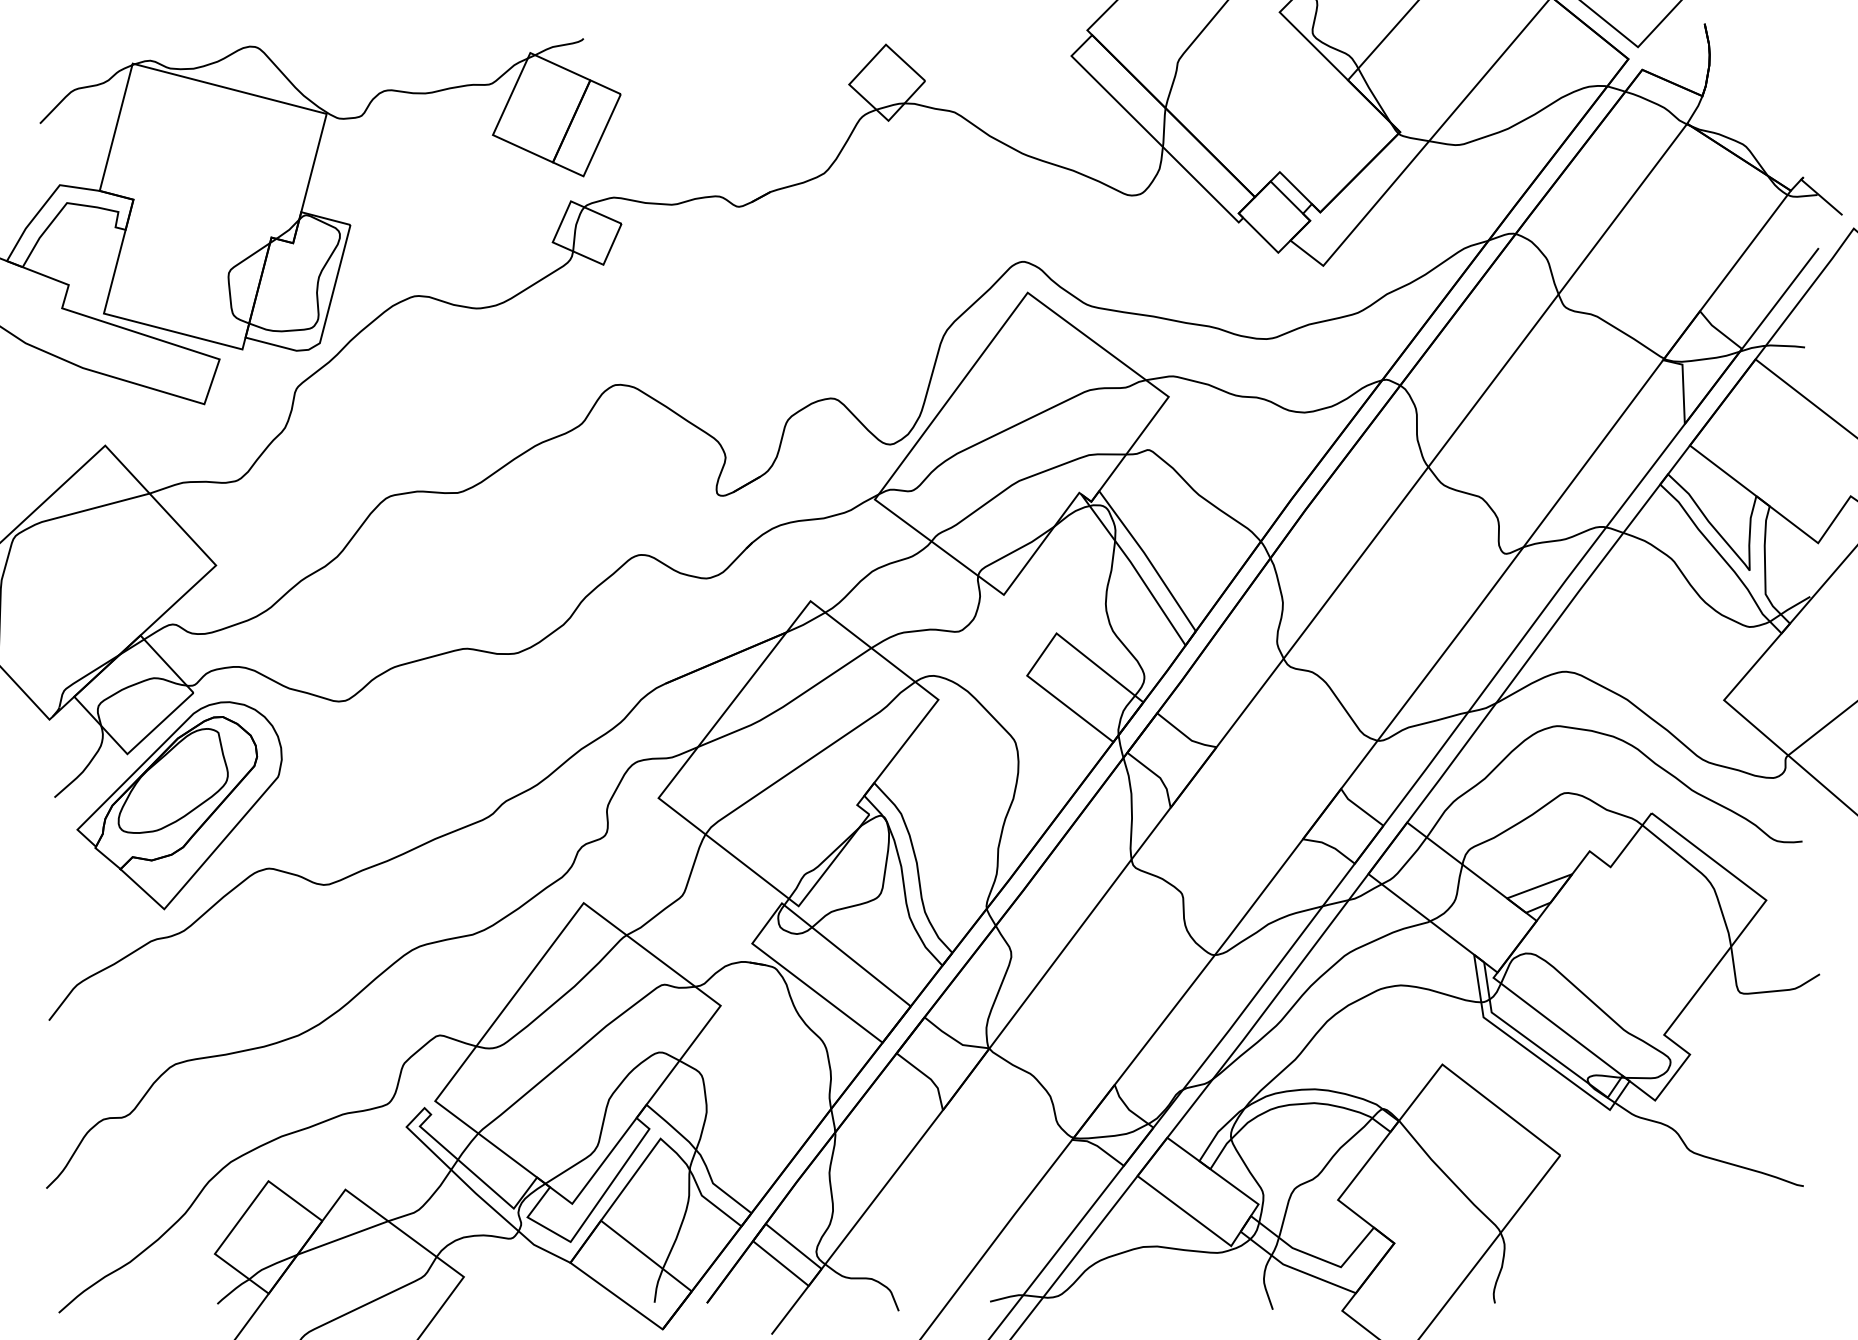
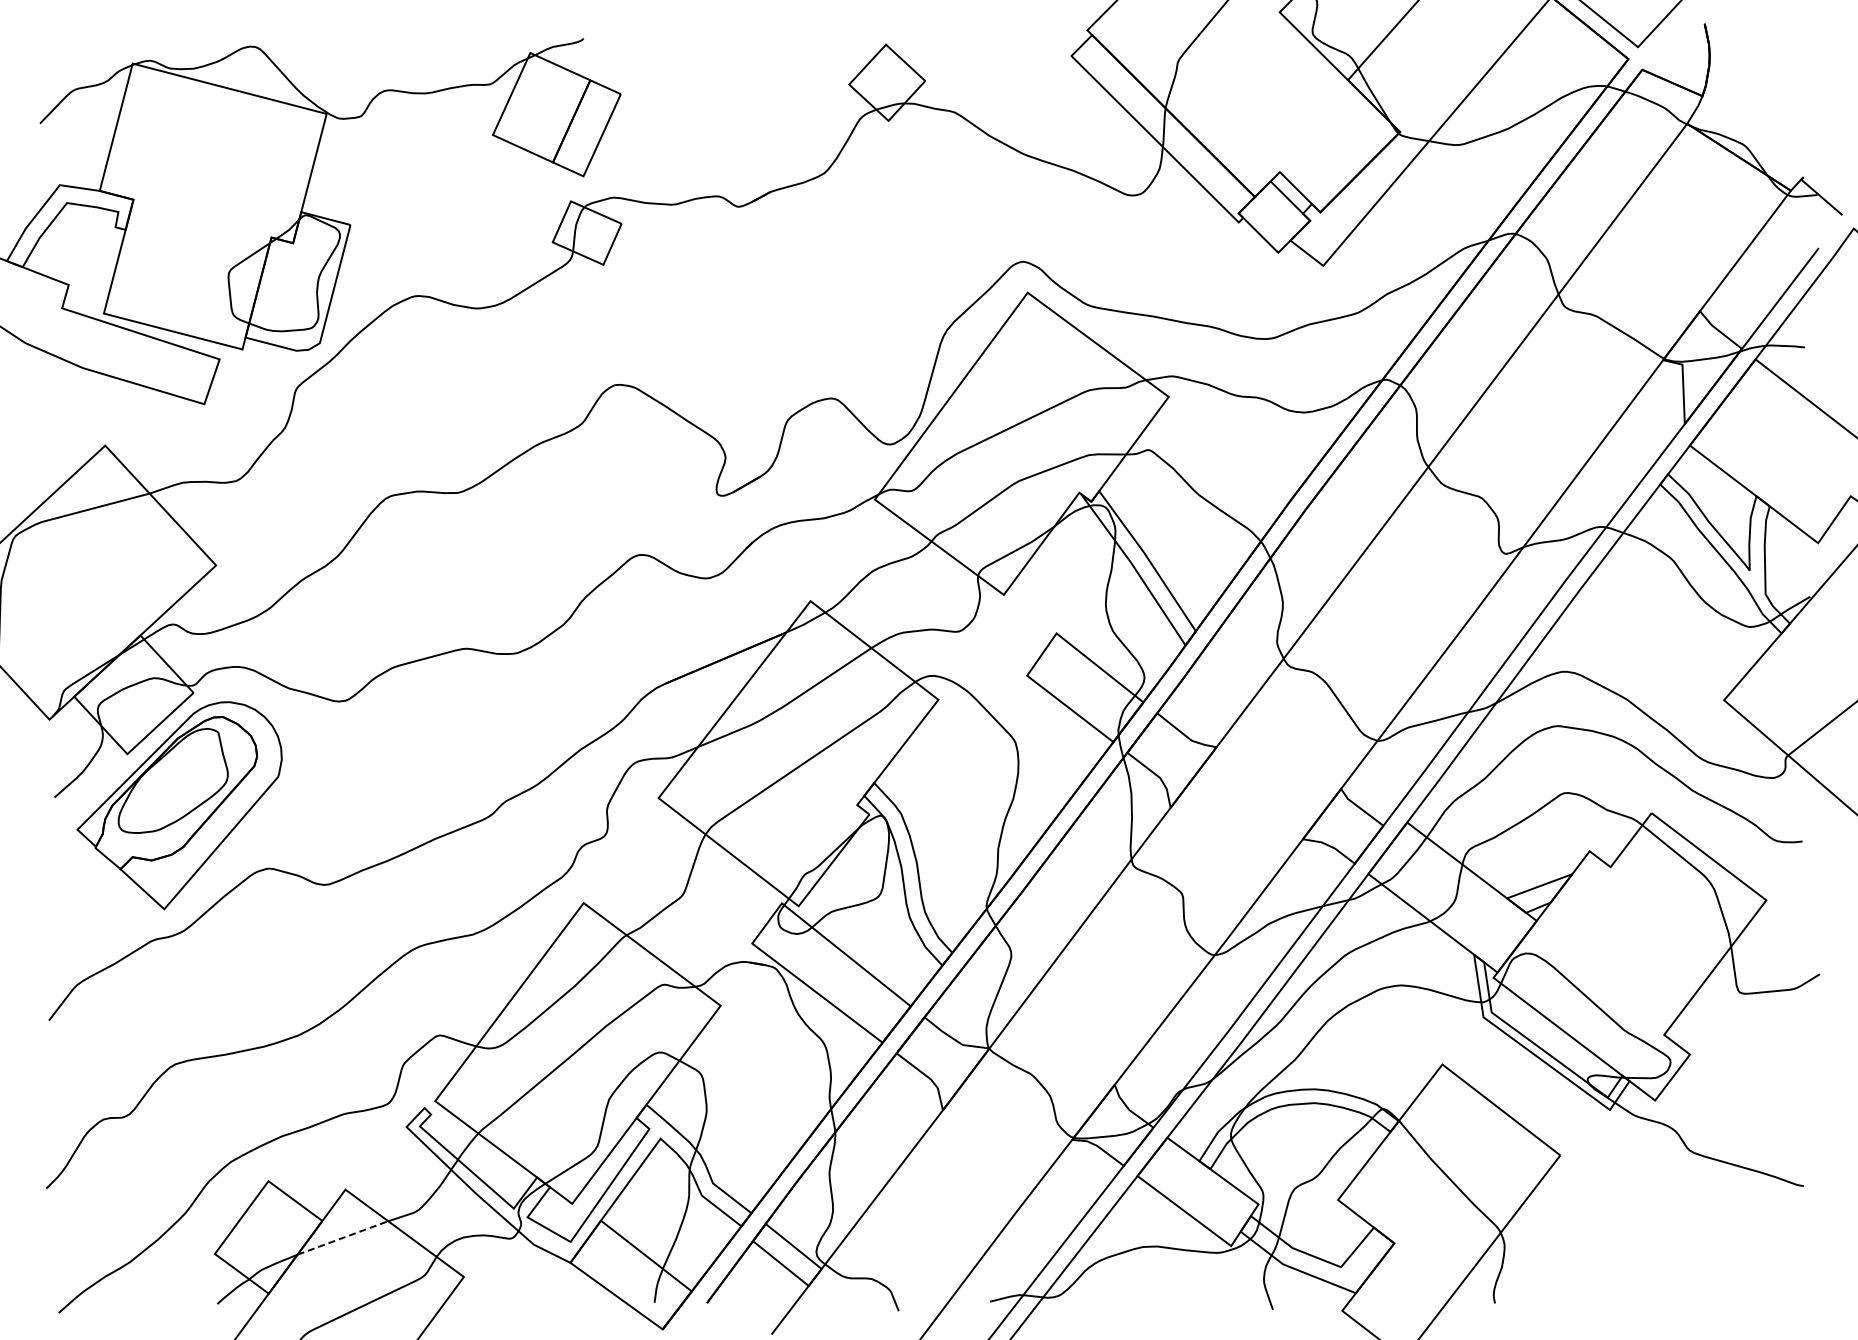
line at (343, 1237): solid -> dashed
